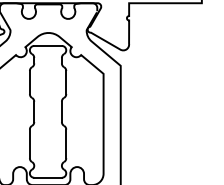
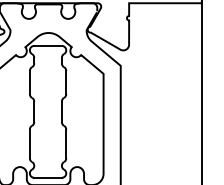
line at (201, 91): none -> present
